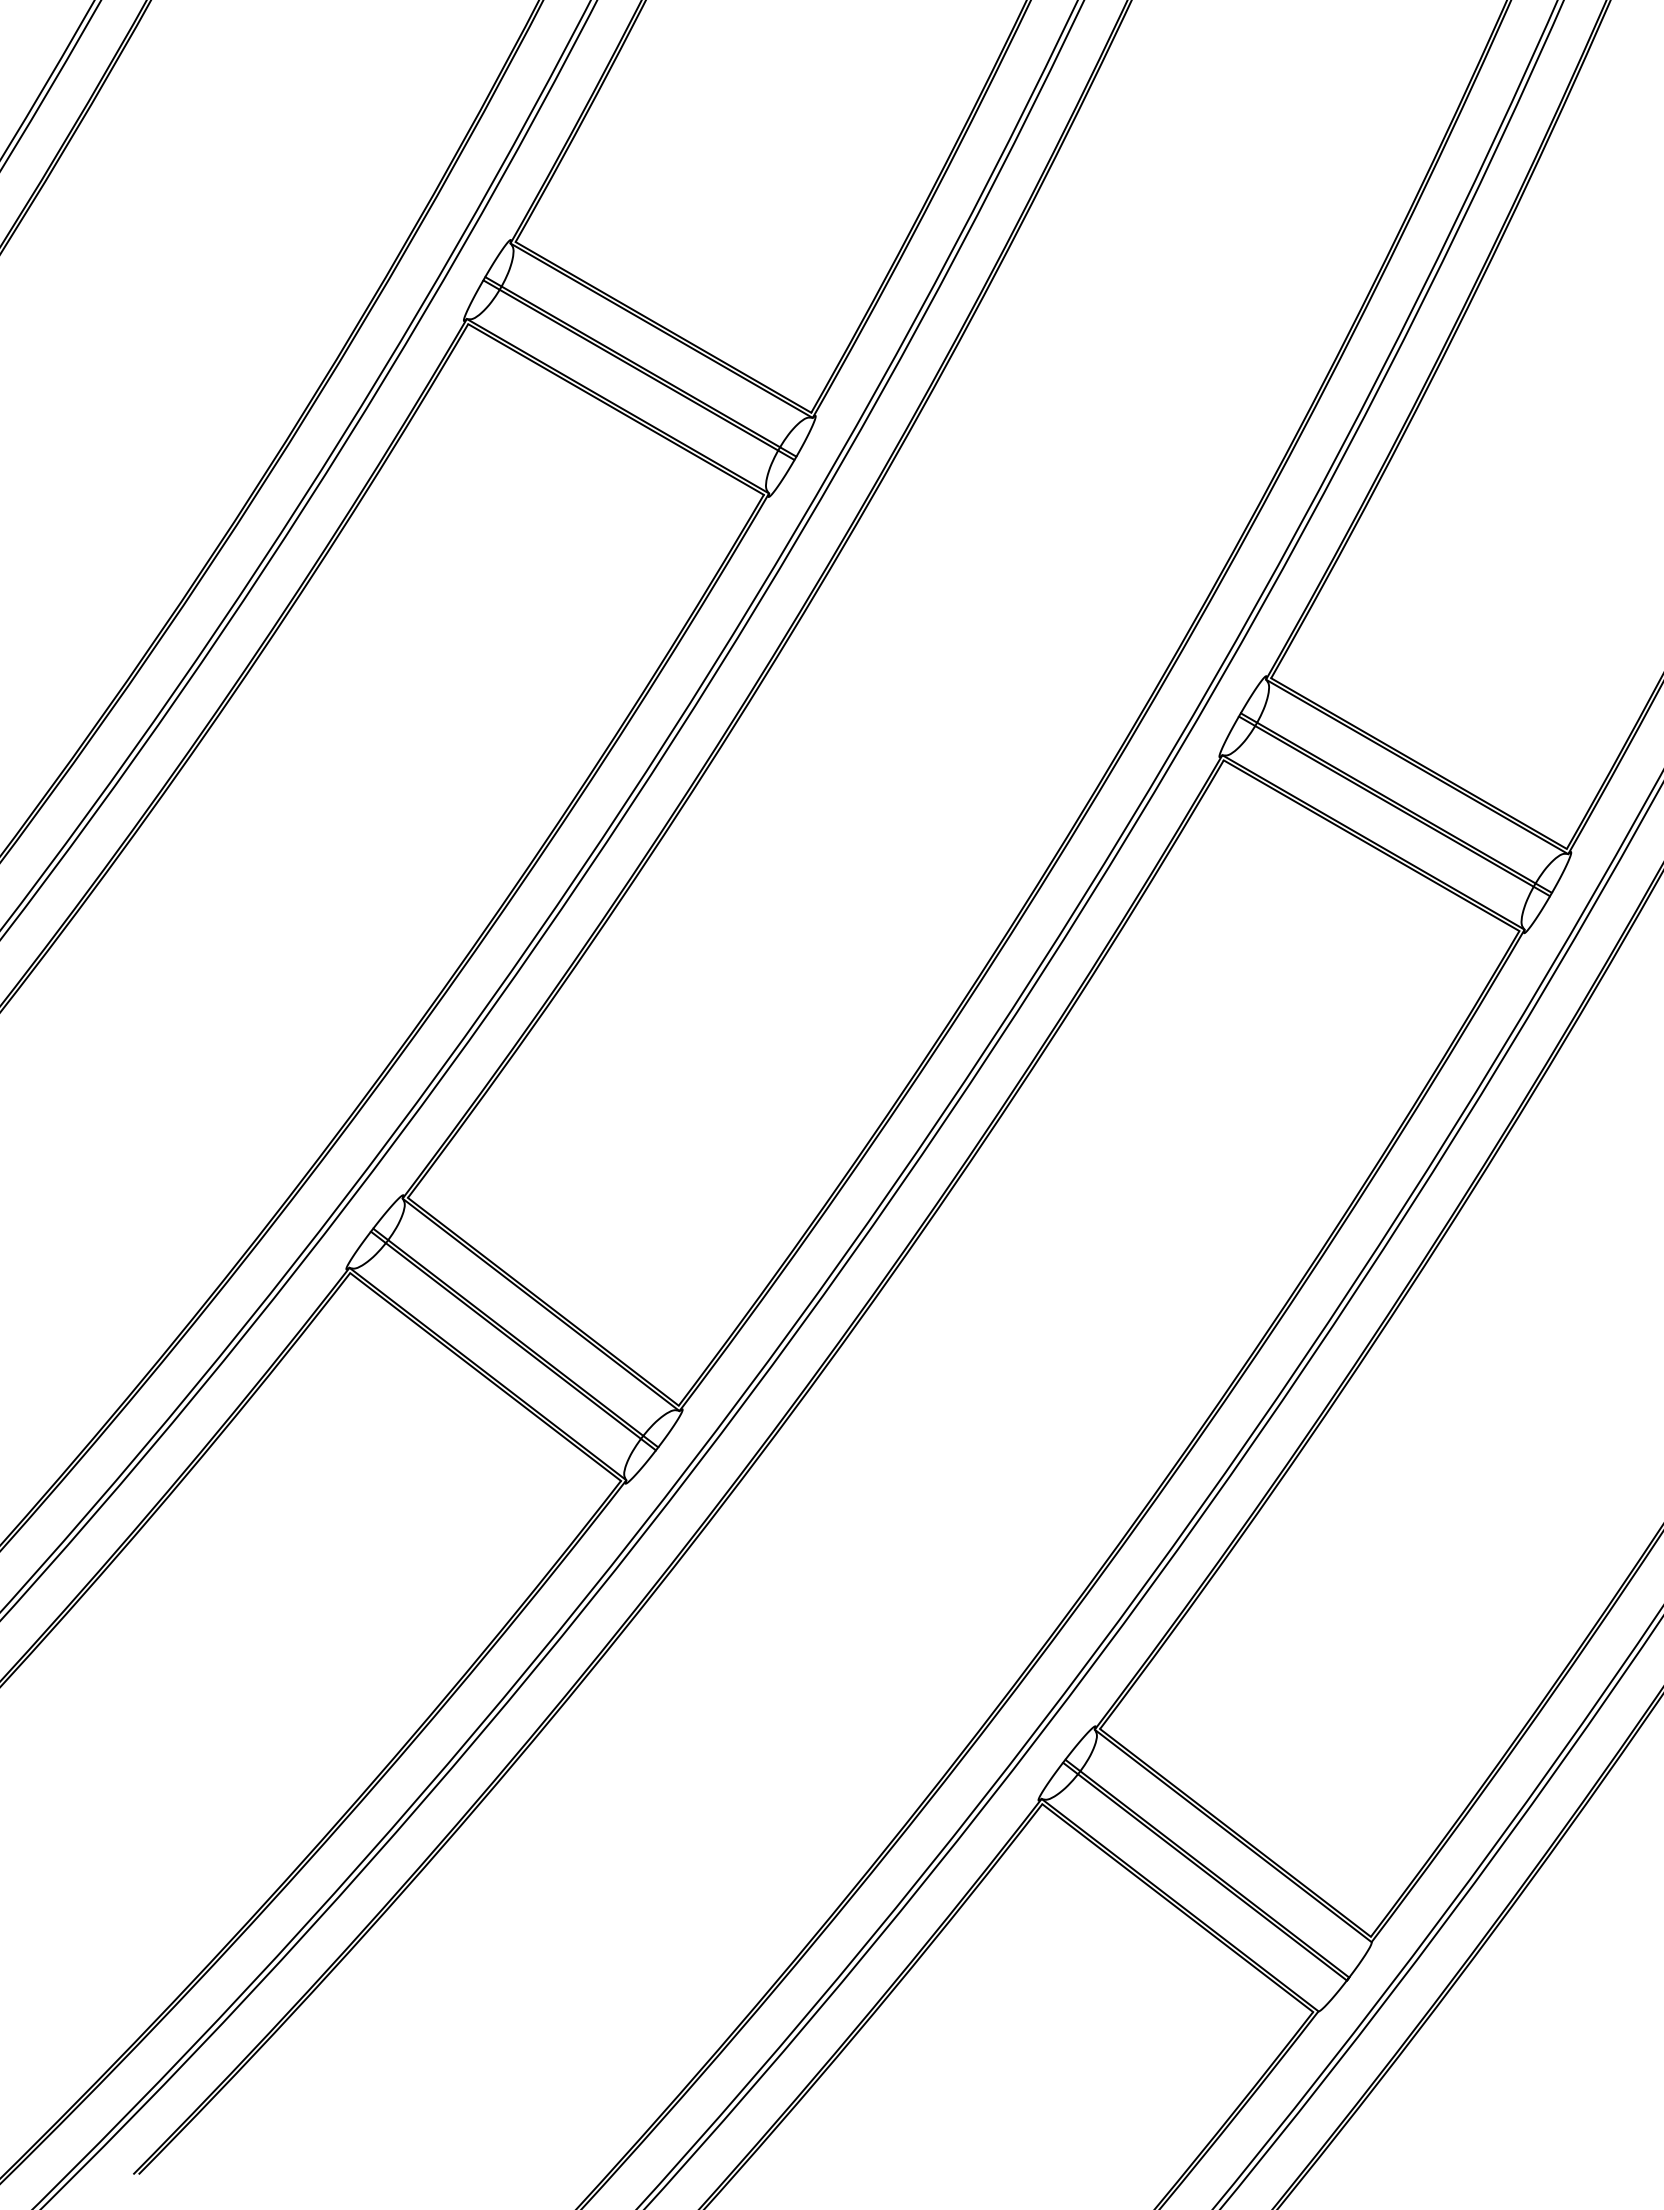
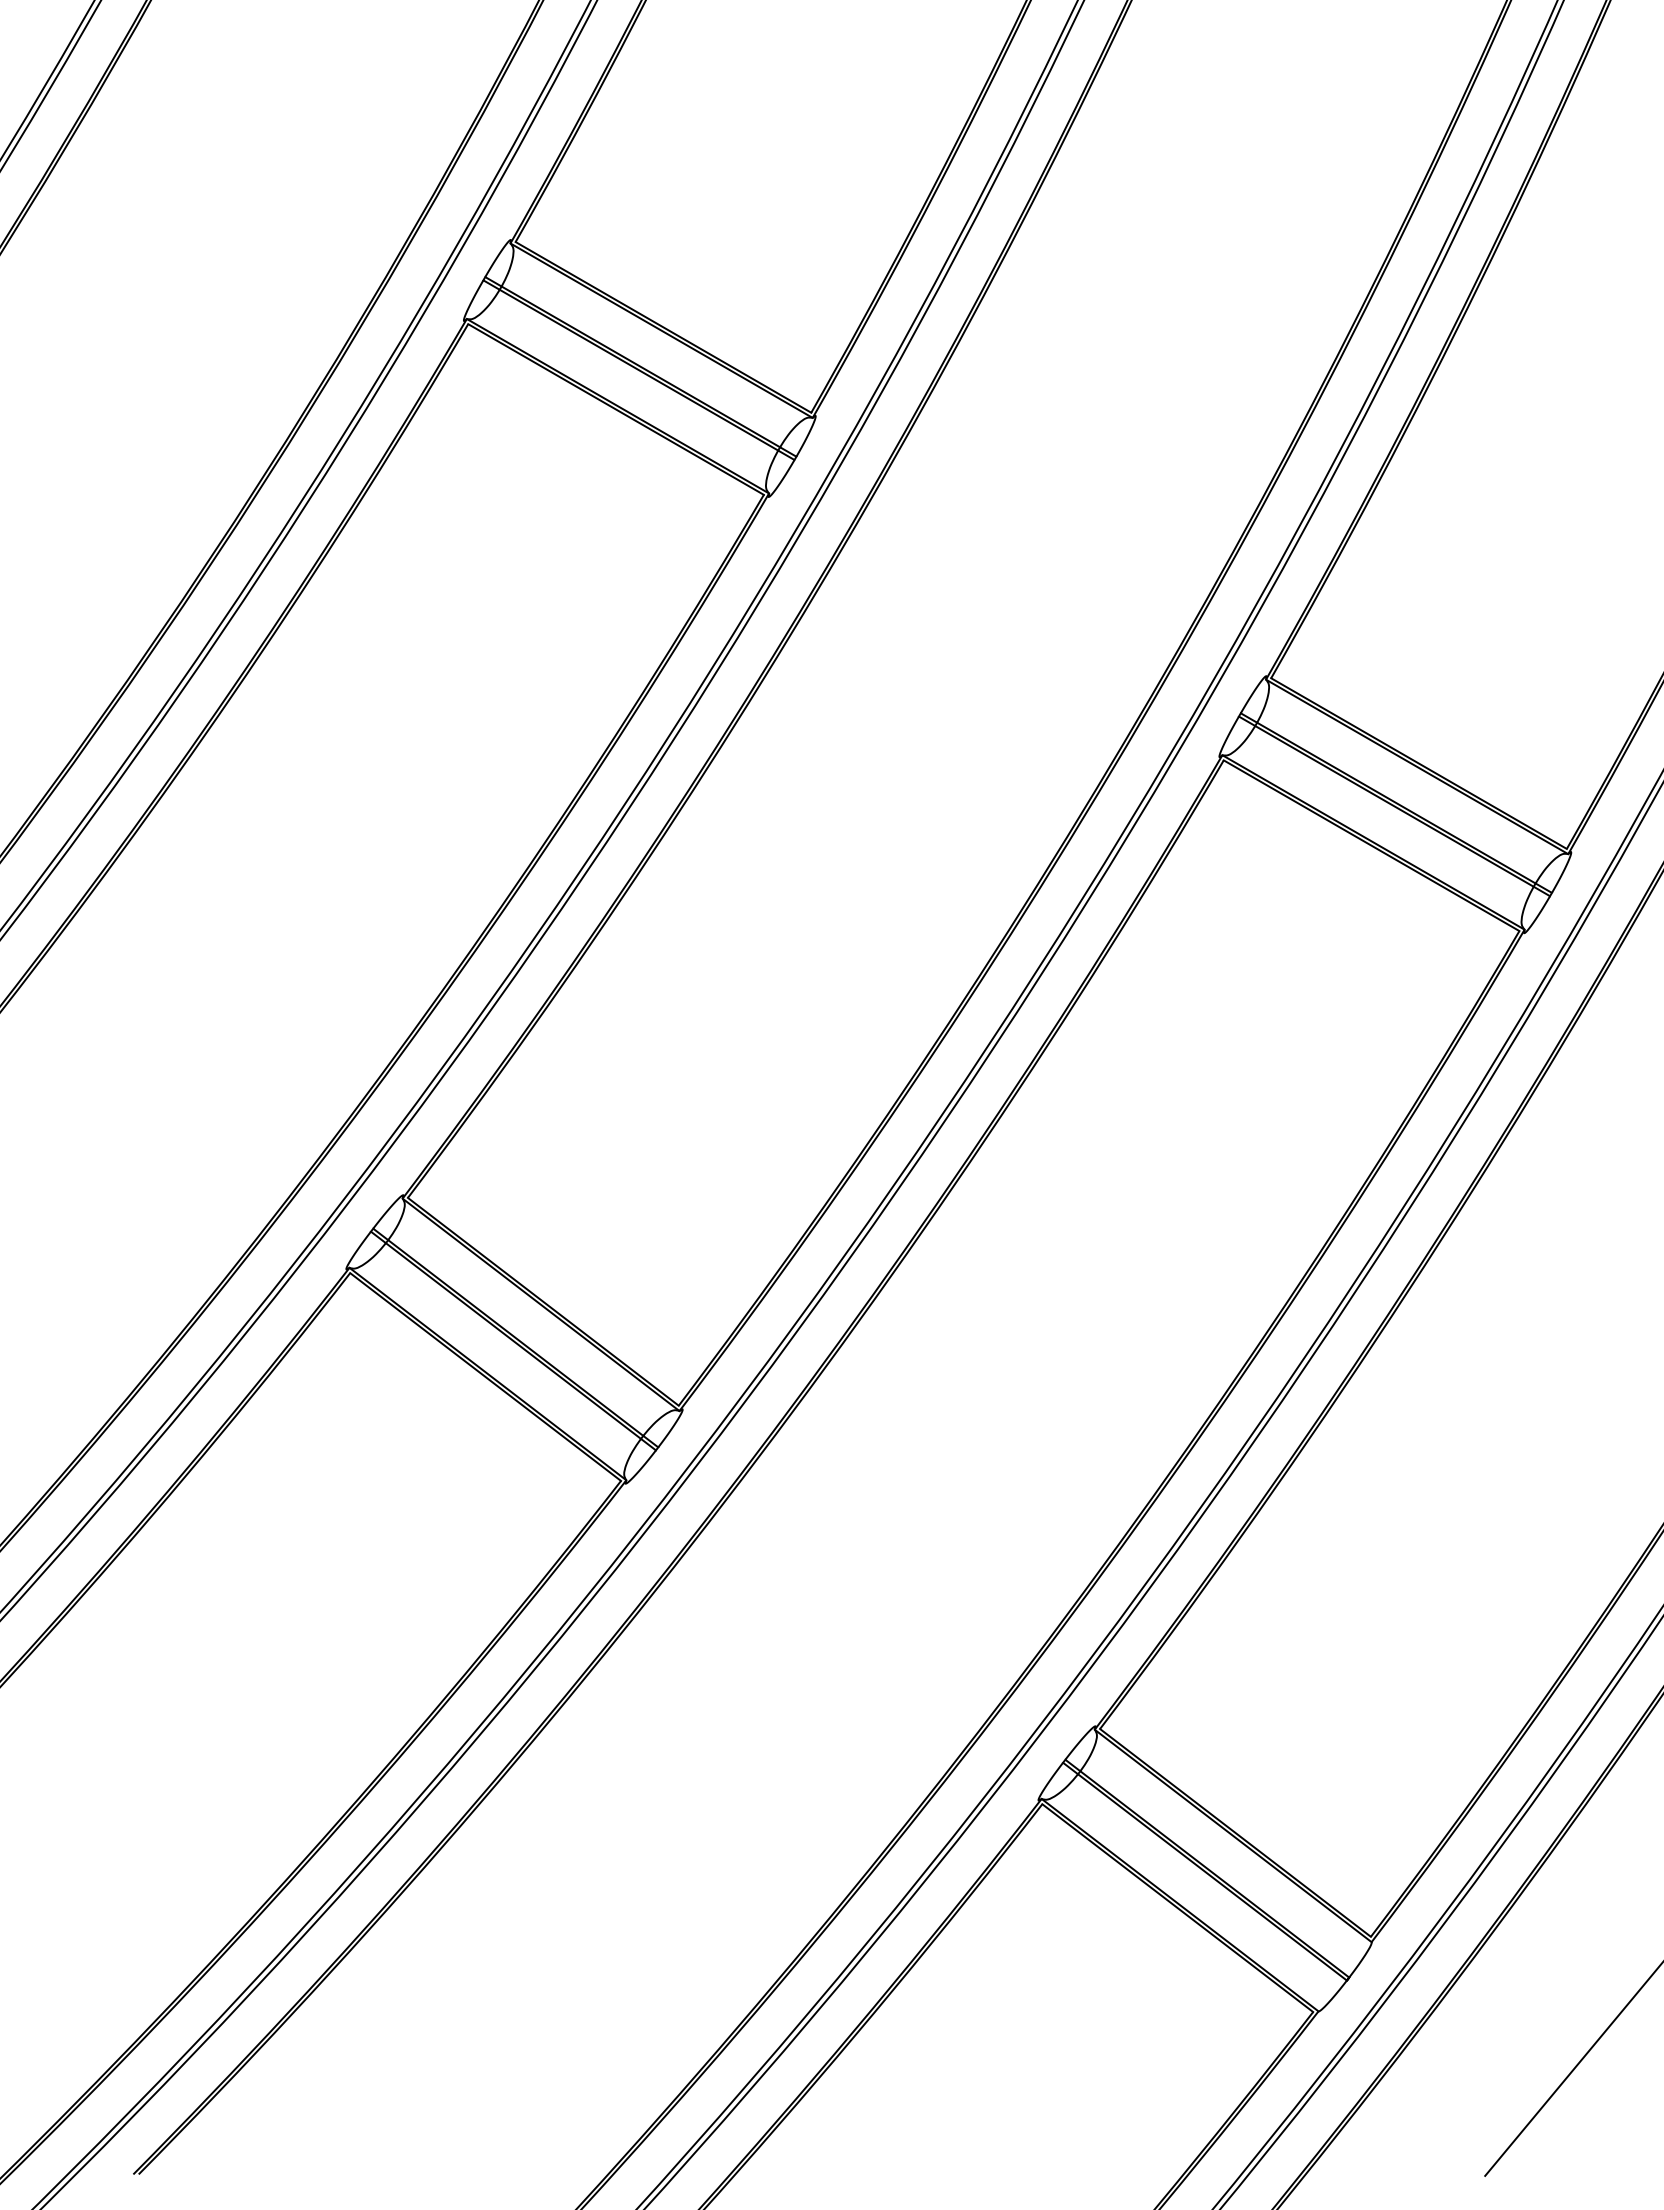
line at (1572, 2070): none -> present
